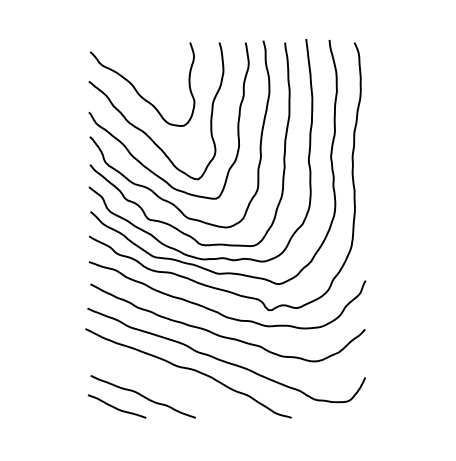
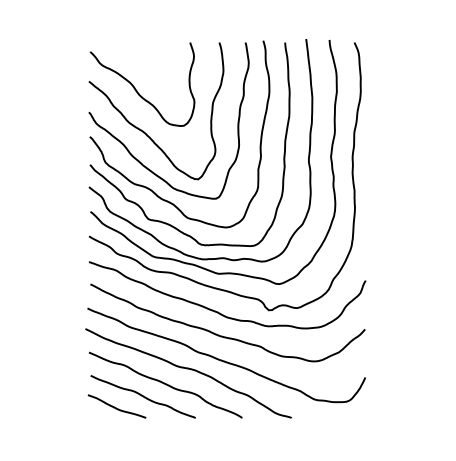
curve at (165, 384): none -> present
